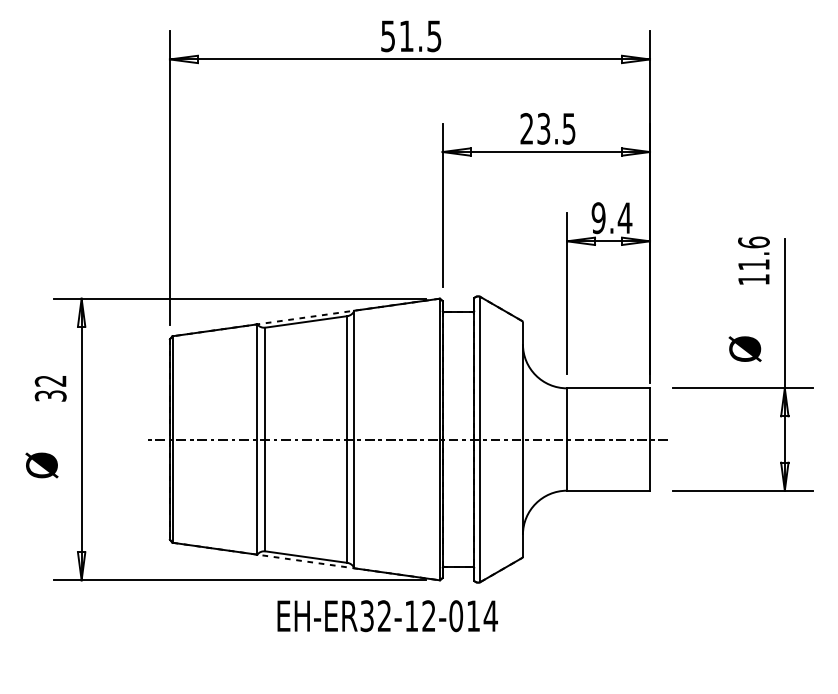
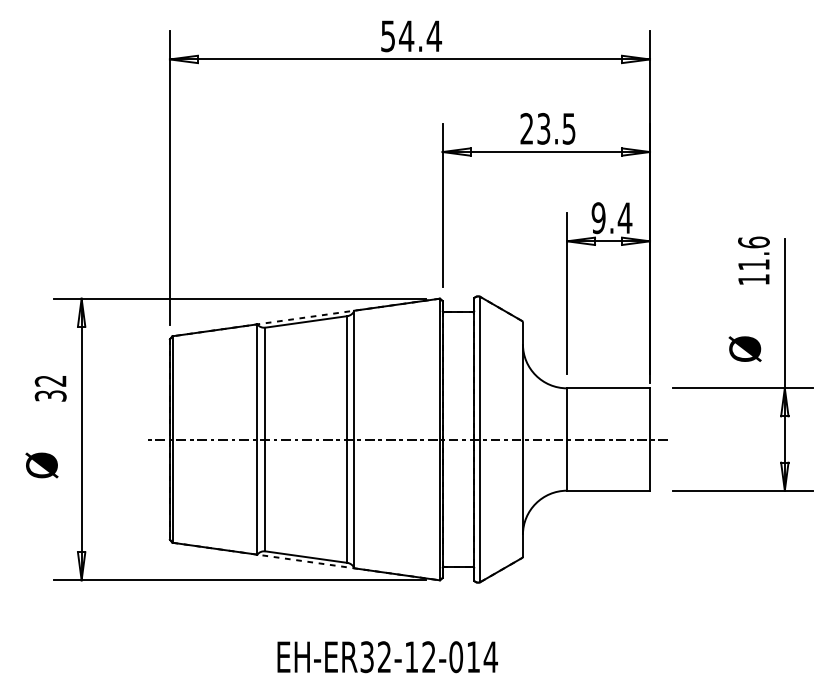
text at (420, 36): 51.5 -> 54.4
text at (387, 616) position: (387, 616) -> (387, 657)
